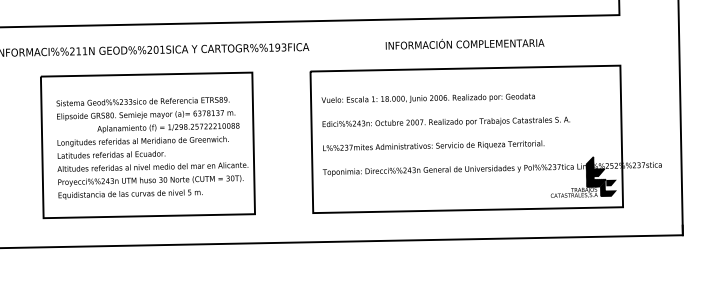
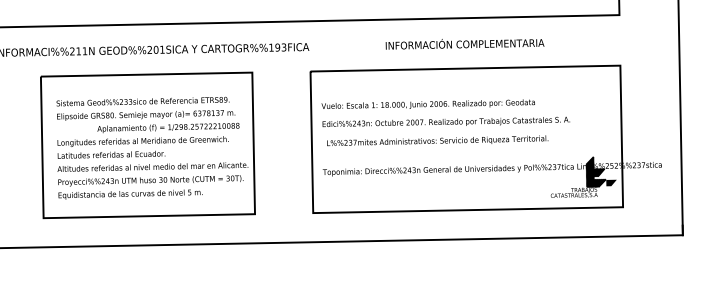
text at (427, 97) position: (427, 97) -> (427, 103)
text at (433, 145) position: (433, 145) -> (437, 140)
fill at (608, 188): present -> none
